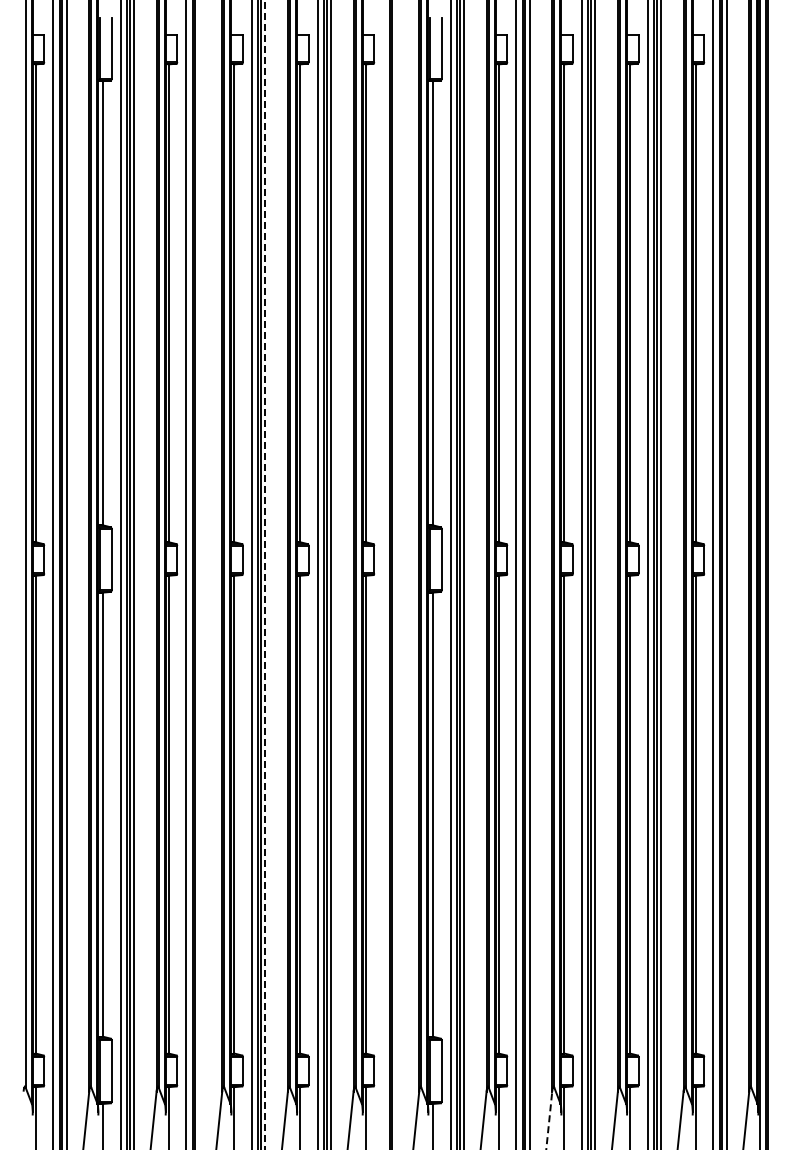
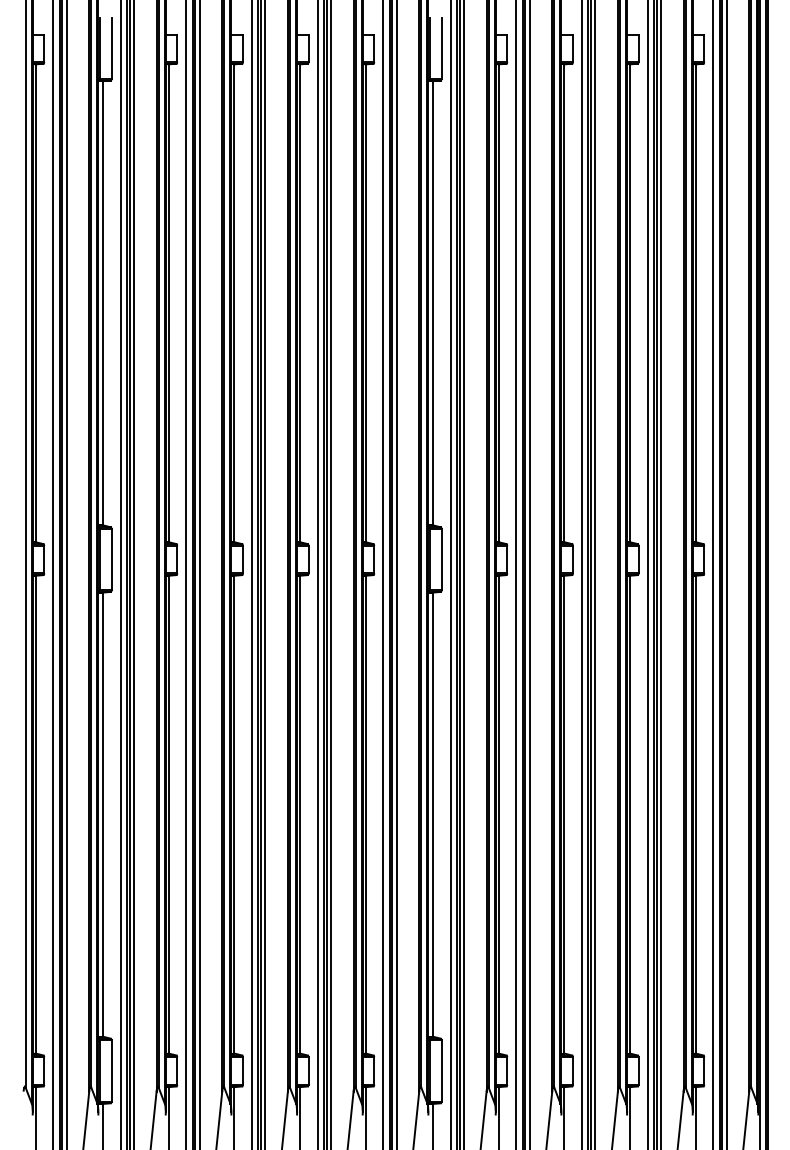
line at (199, 574): none -> present
line at (383, 574): none -> present
line at (396, 574): none -> present
line at (265, 575): dashed -> solid
line at (549, 1120): dashed -> solid
